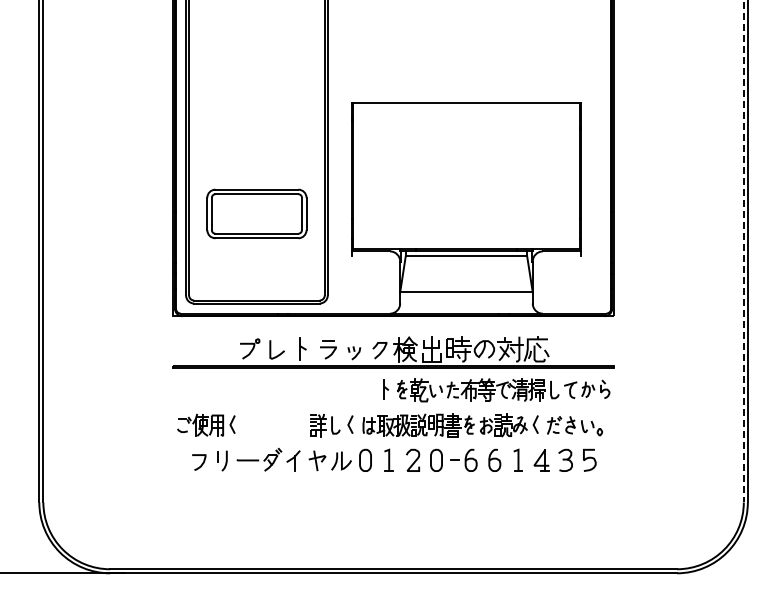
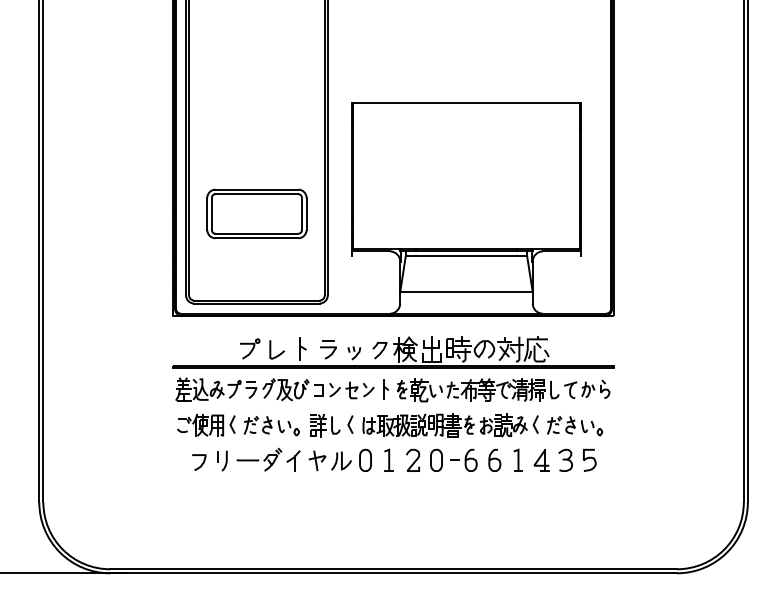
line at (743, 251): dashed -> solid
part at (274, 389): none -> present
part at (271, 426): none -> present
